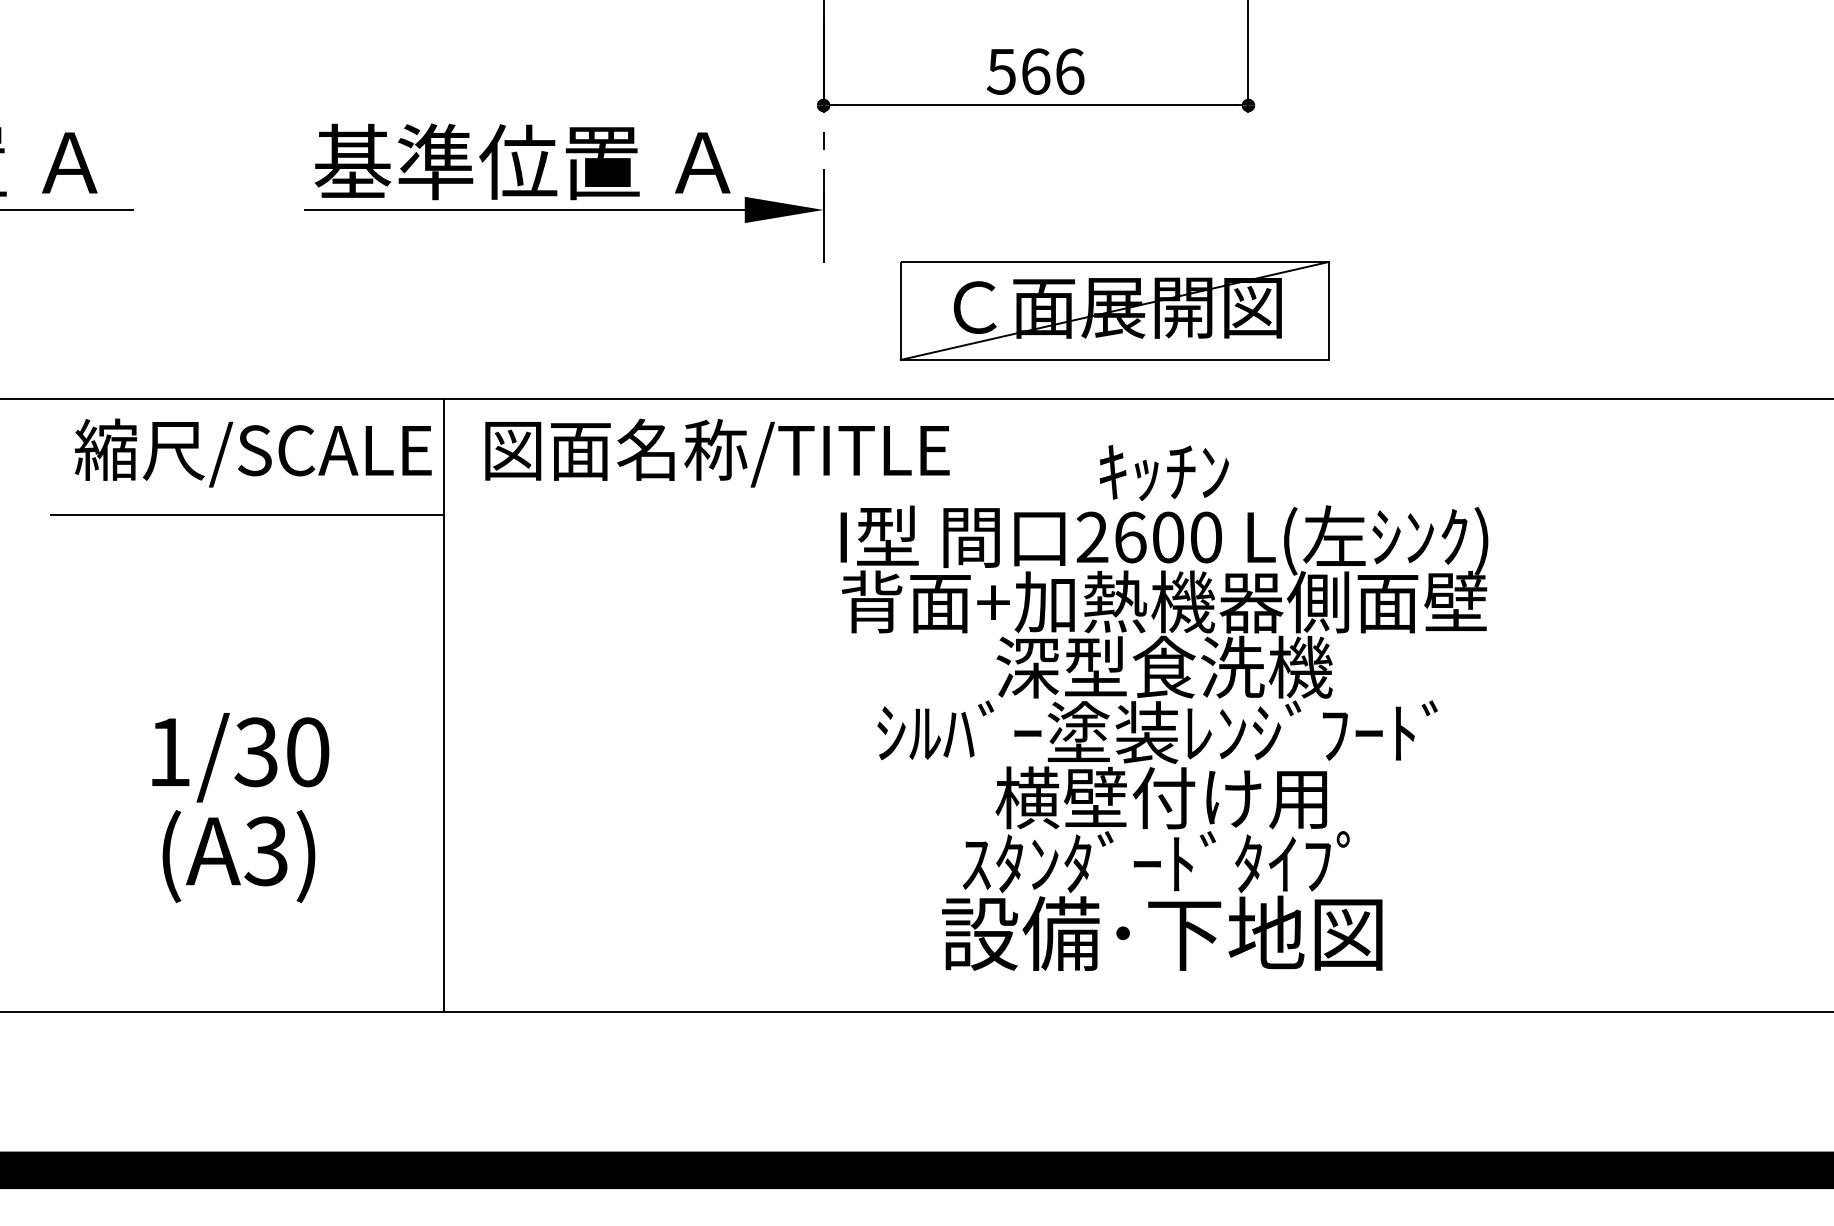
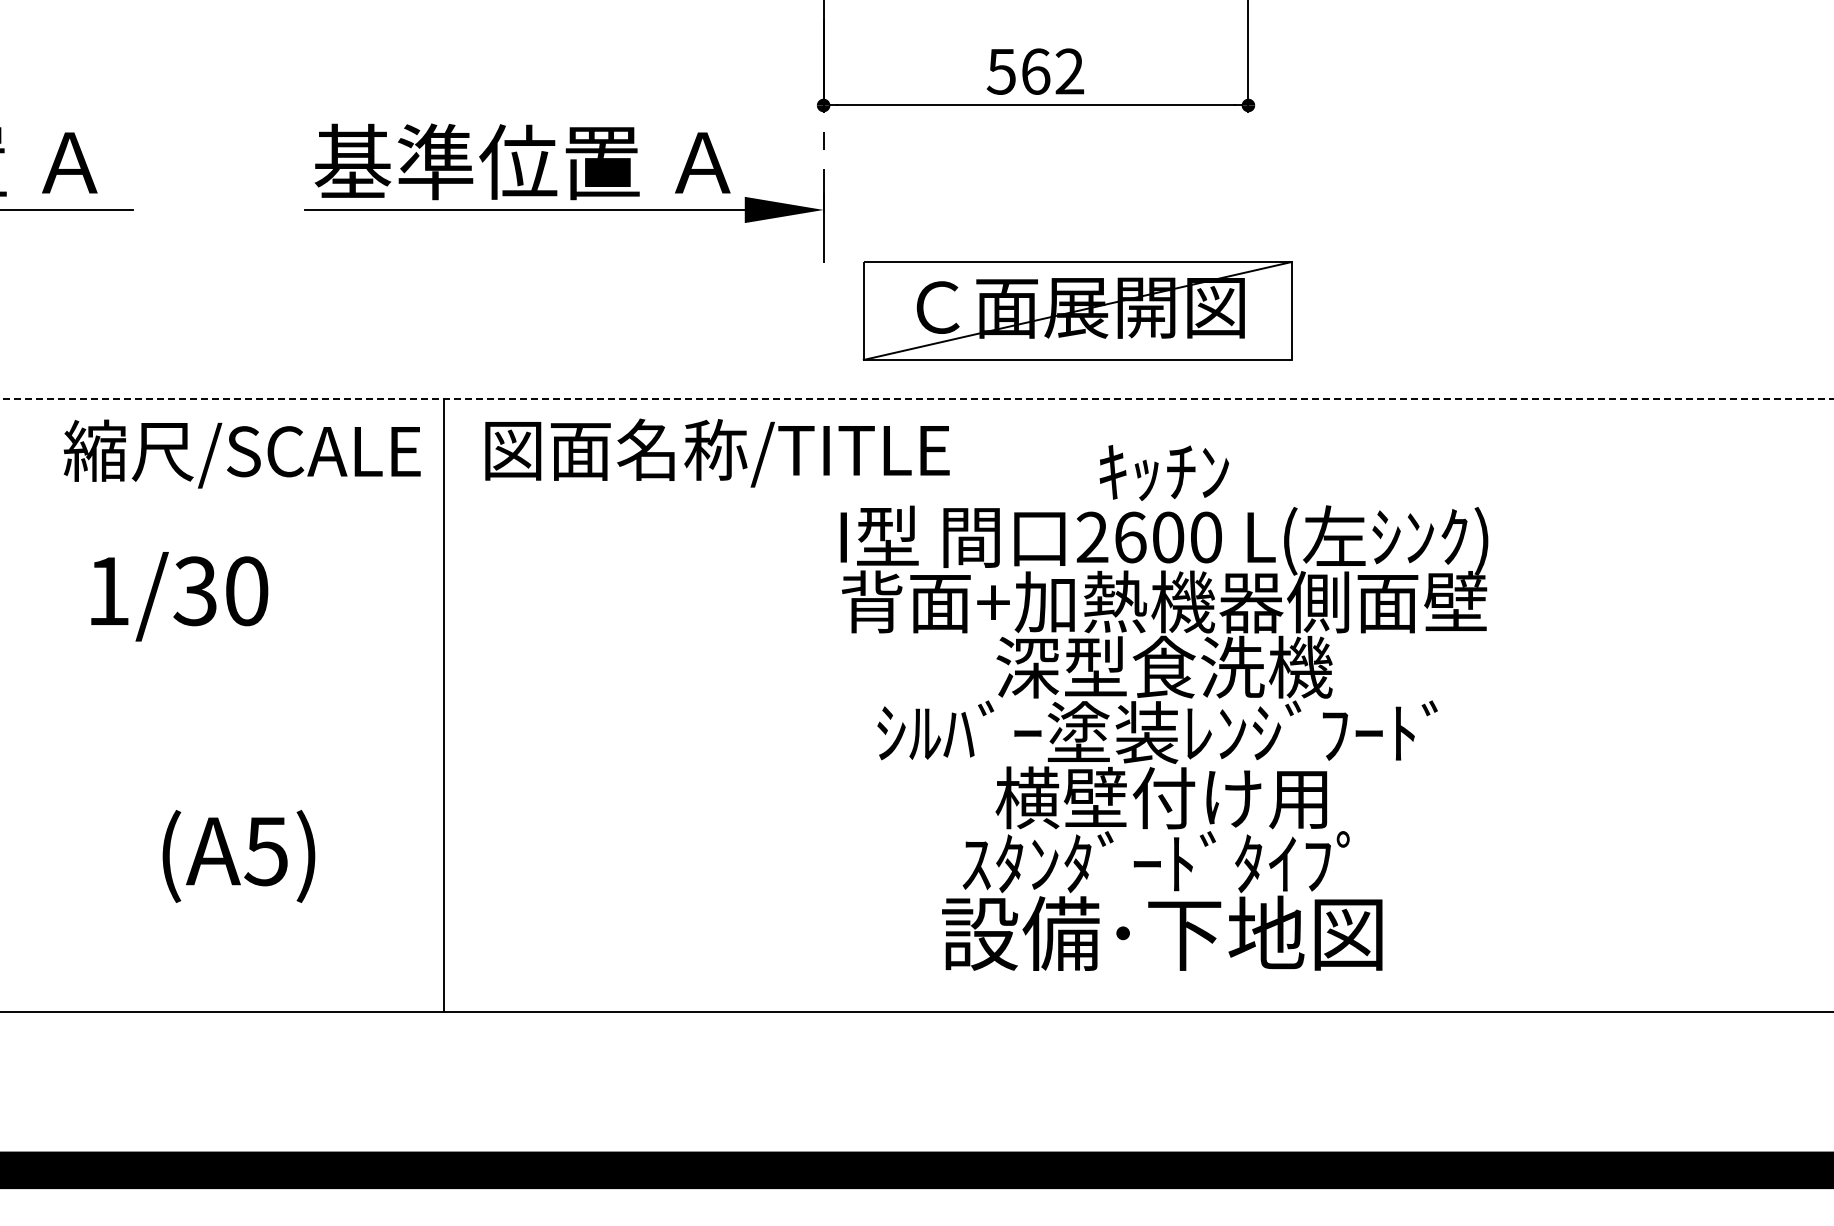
text at (1069, 71): 566 -> 562
part at (1114, 310) position: (1114, 310) -> (1077, 310)
line at (916, 399): solid -> dashed
text at (252, 452) position: (252, 452) -> (241, 453)
line at (247, 515): present -> none
text at (240, 757) position: (240, 757) -> (179, 596)
text at (265, 850): (A3) -> (A5)
